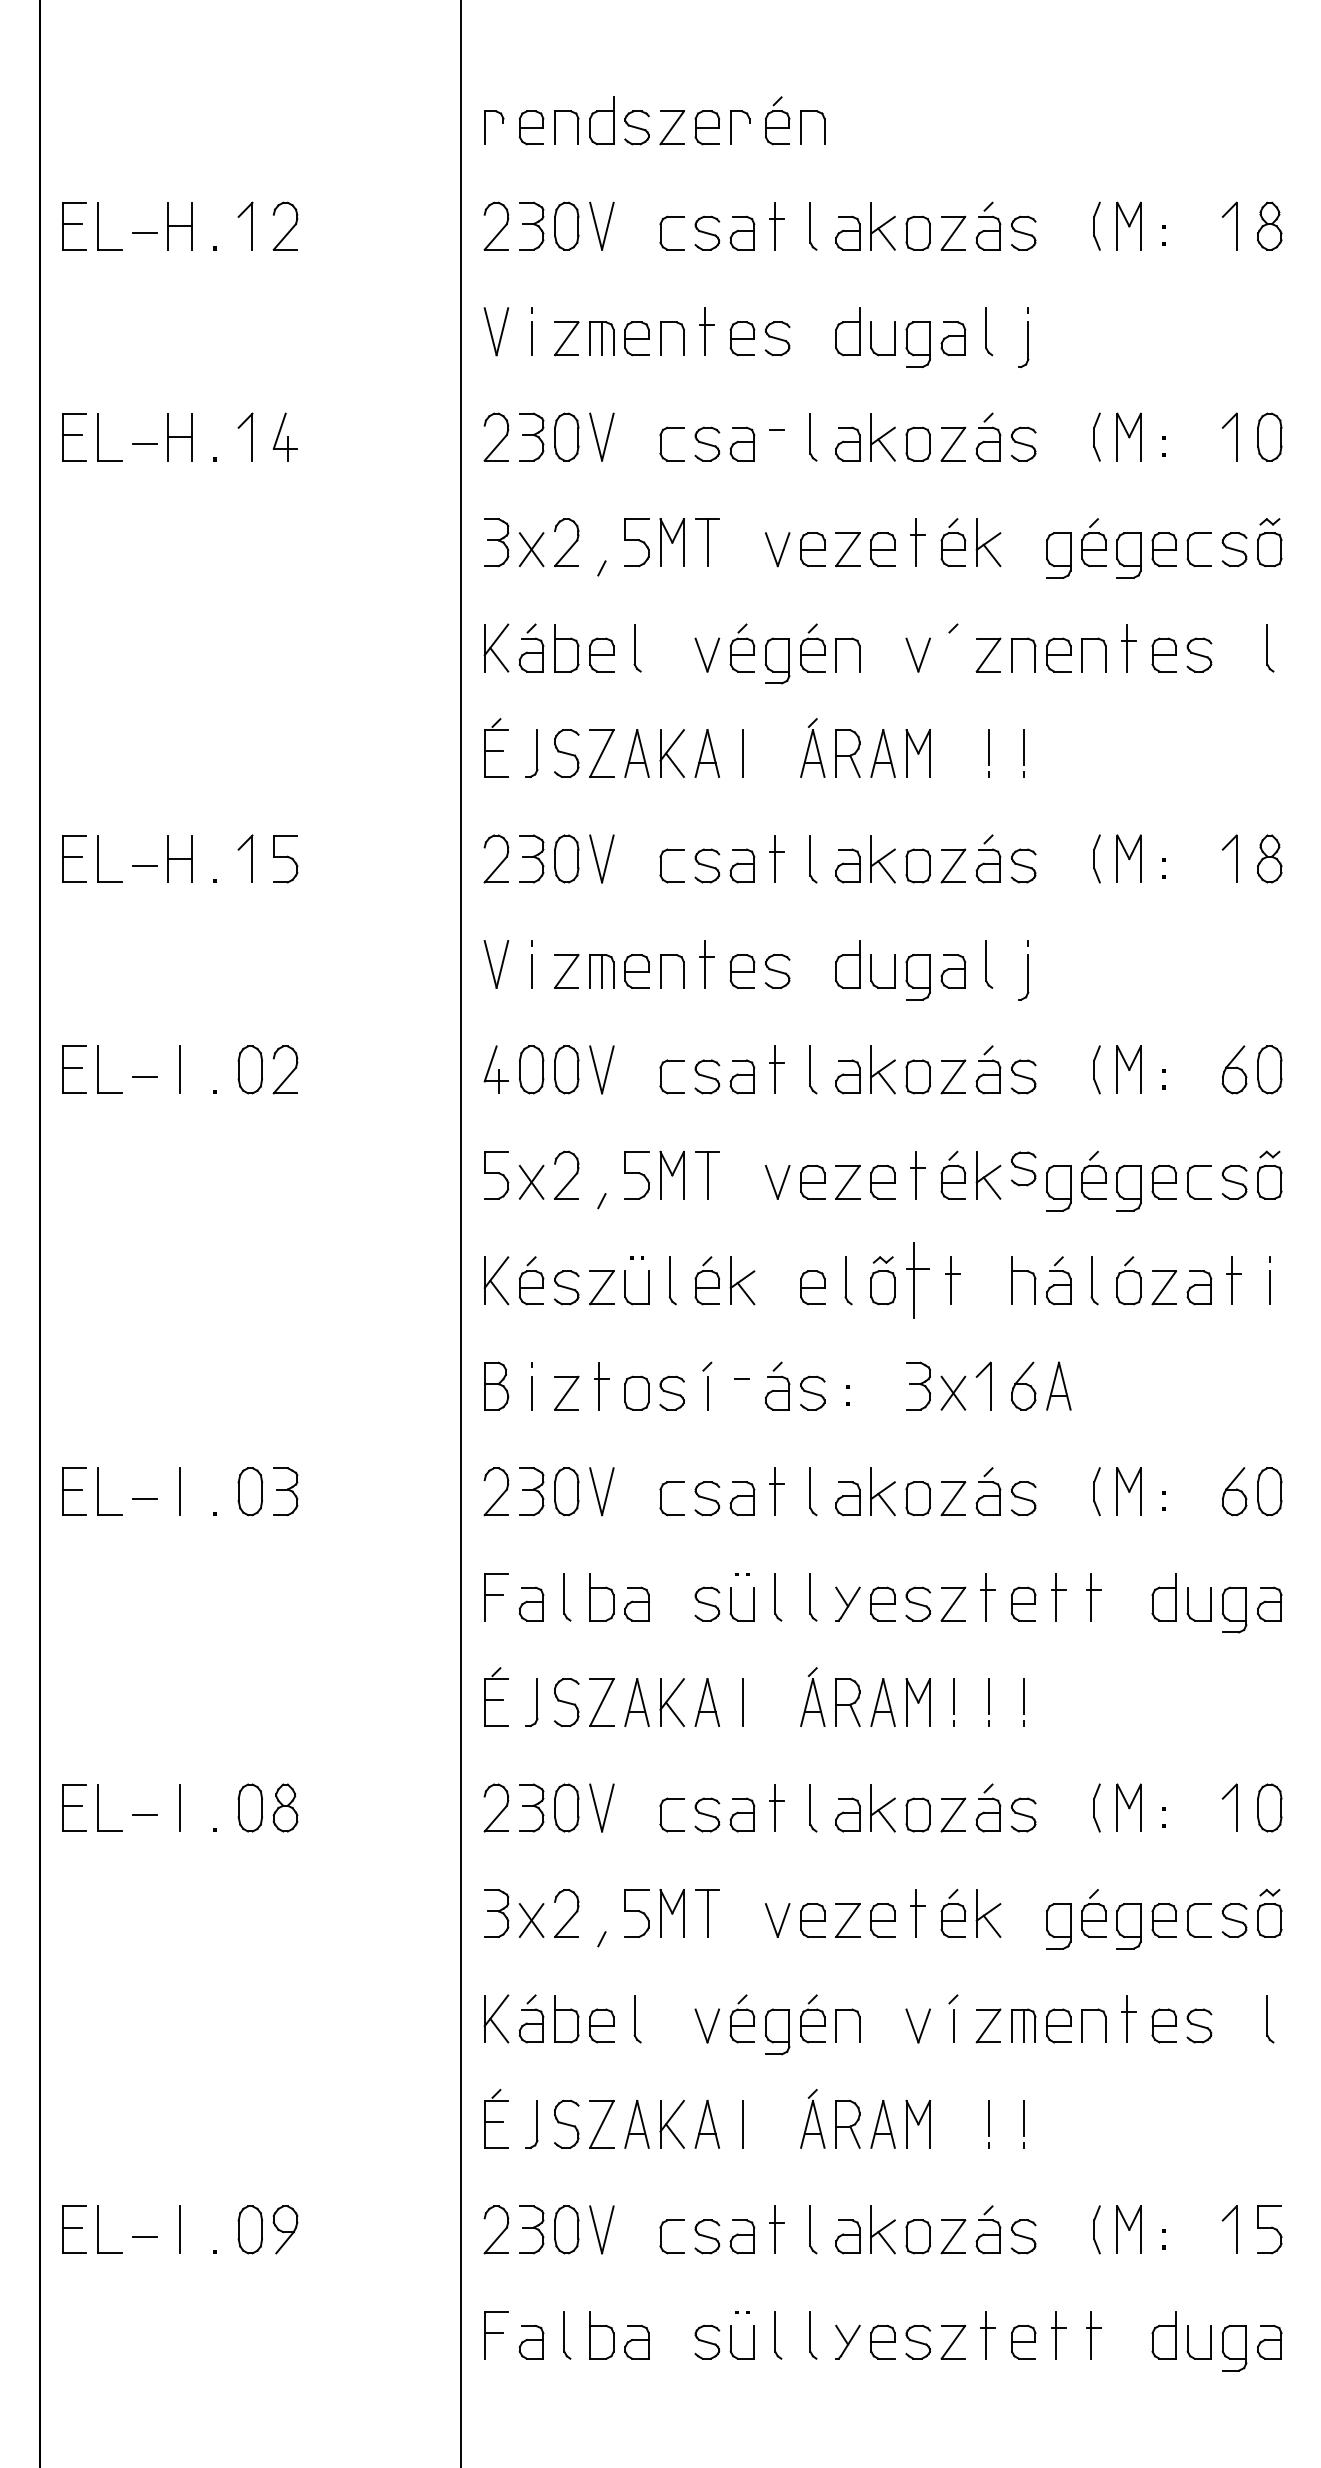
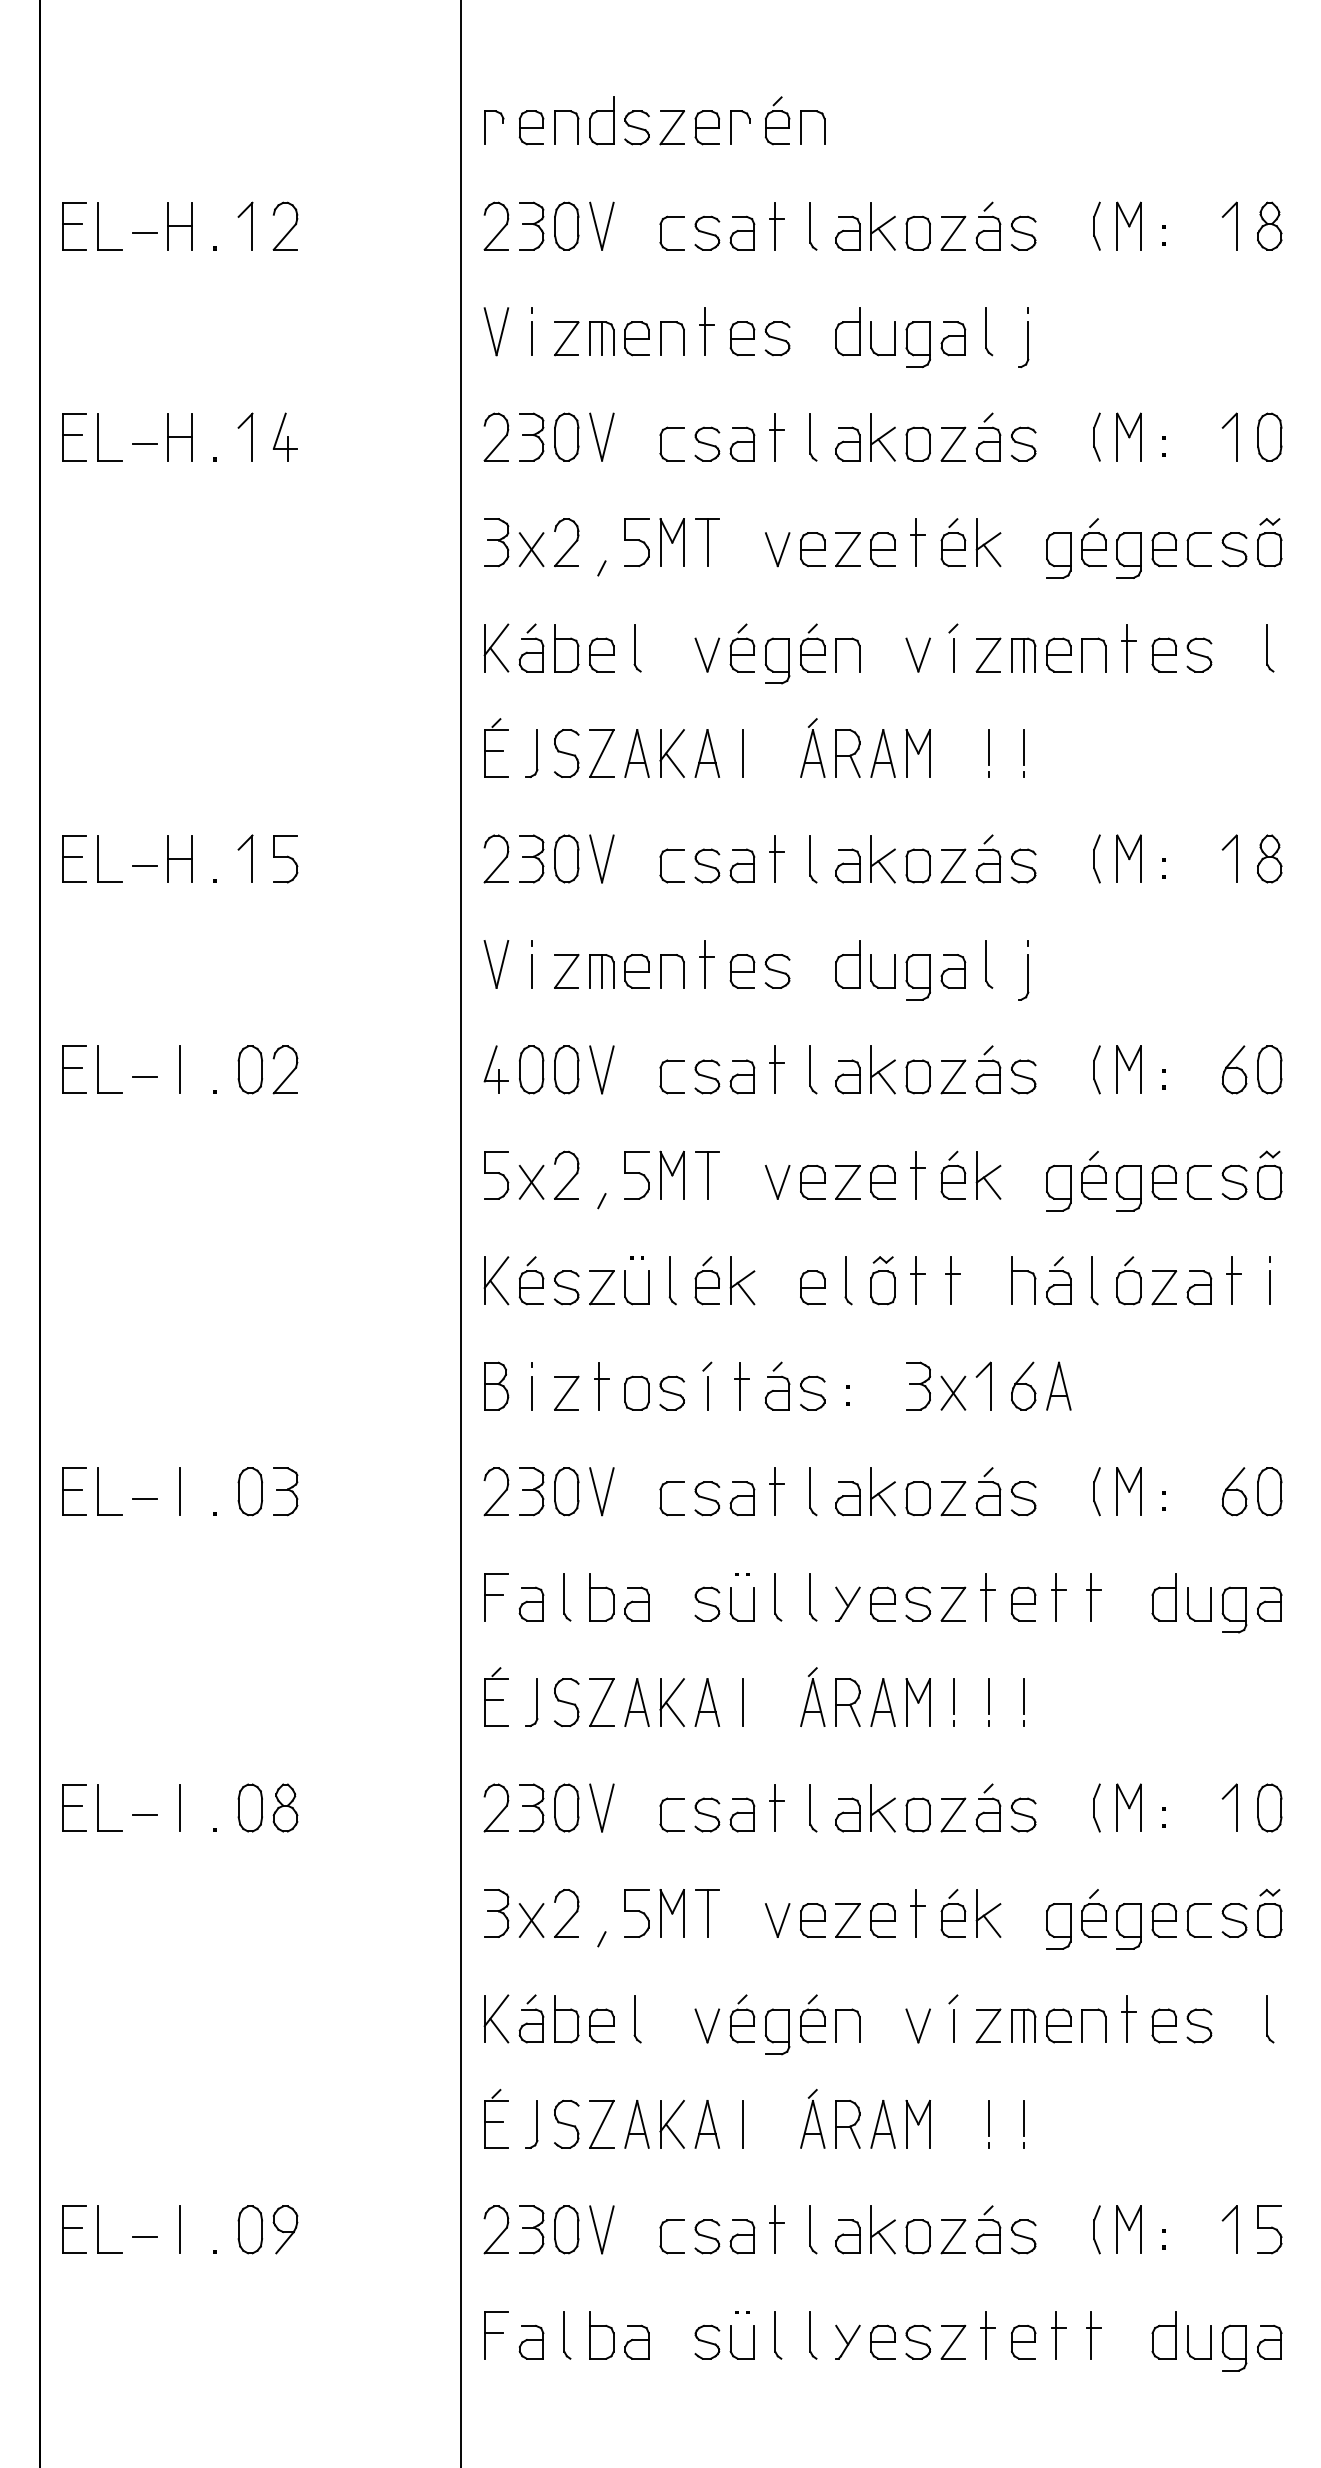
line at (775, 436): none -> present
line at (953, 654): none -> present
line at (1023, 654): none -> present
part at (1023, 1168): present -> none
part at (917, 1280) size: 24x77 px -> 16x49 px
line at (739, 1385): none -> present
